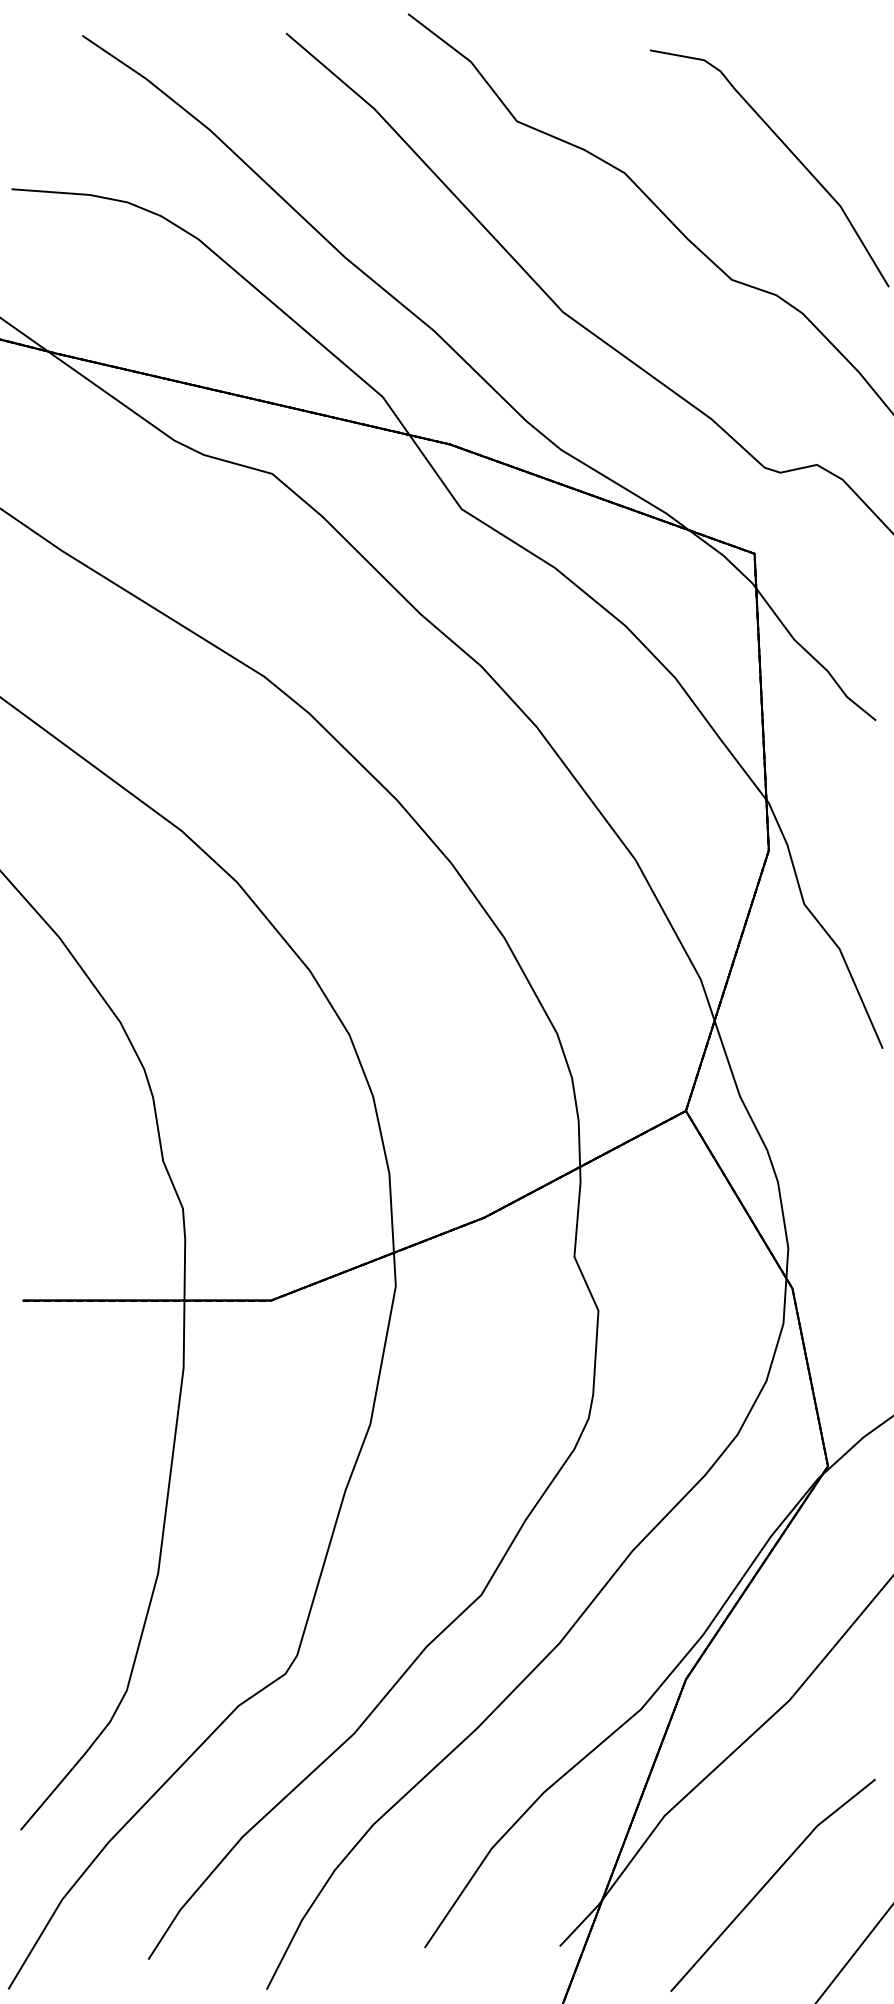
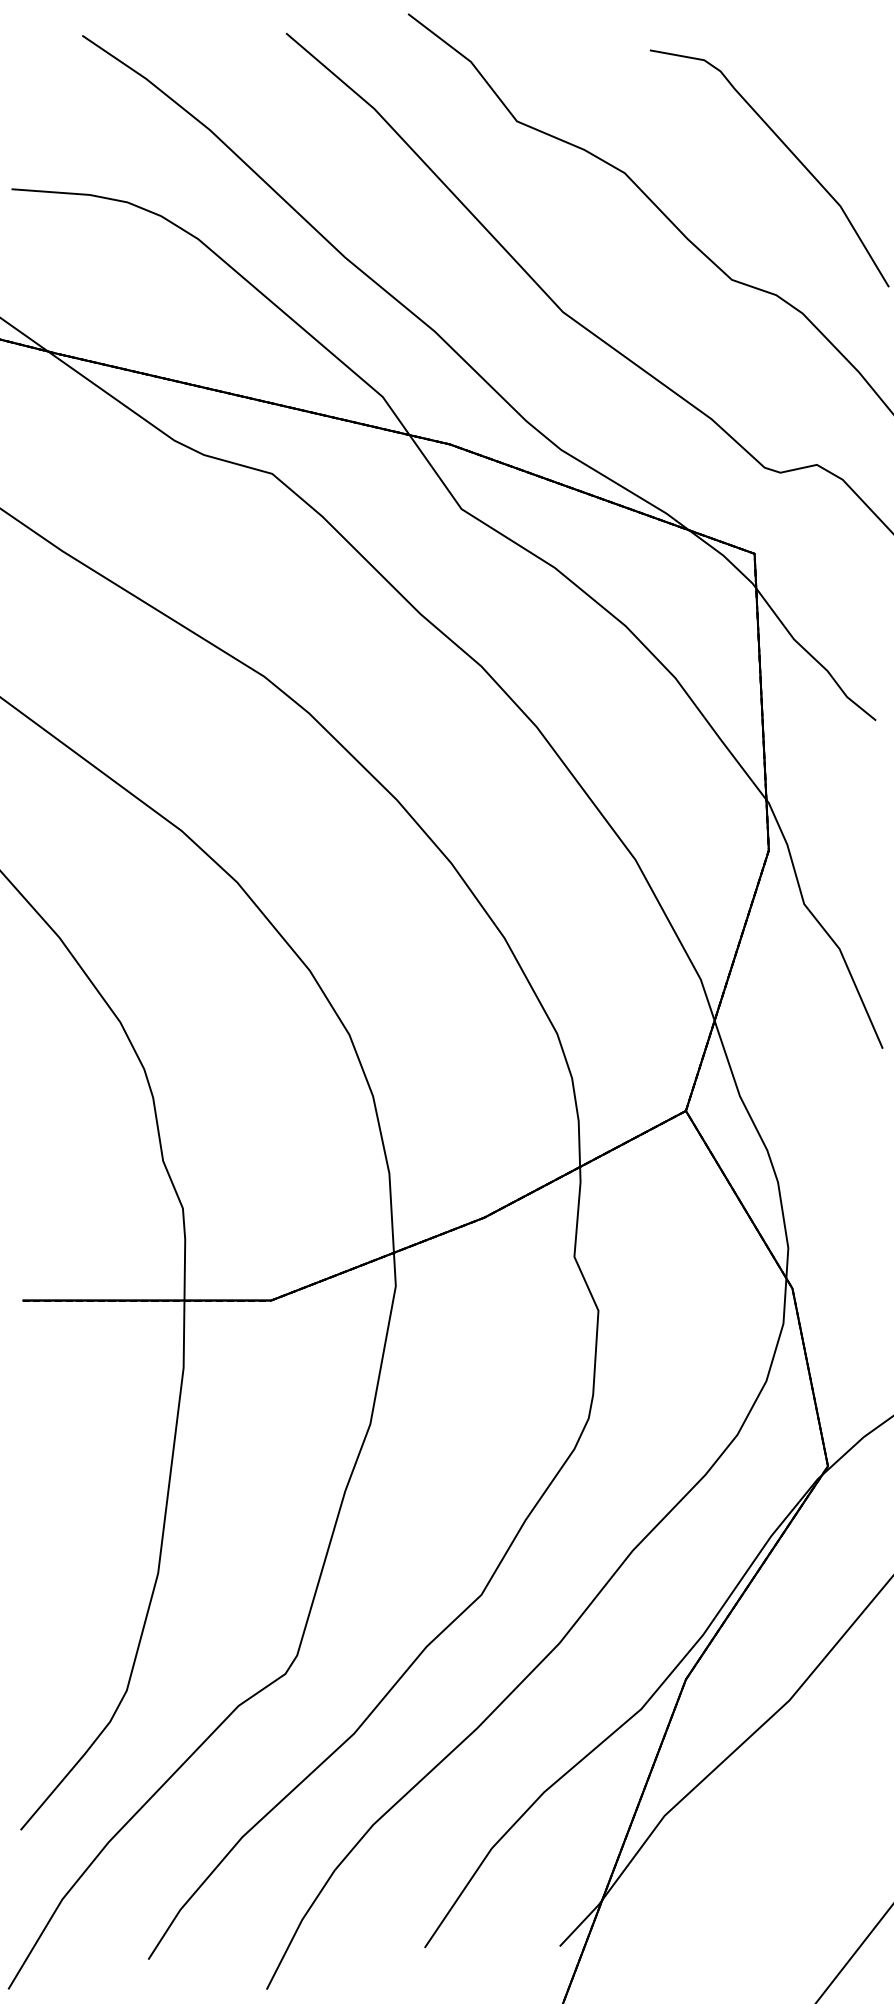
line at (769, 1881): present -> none
